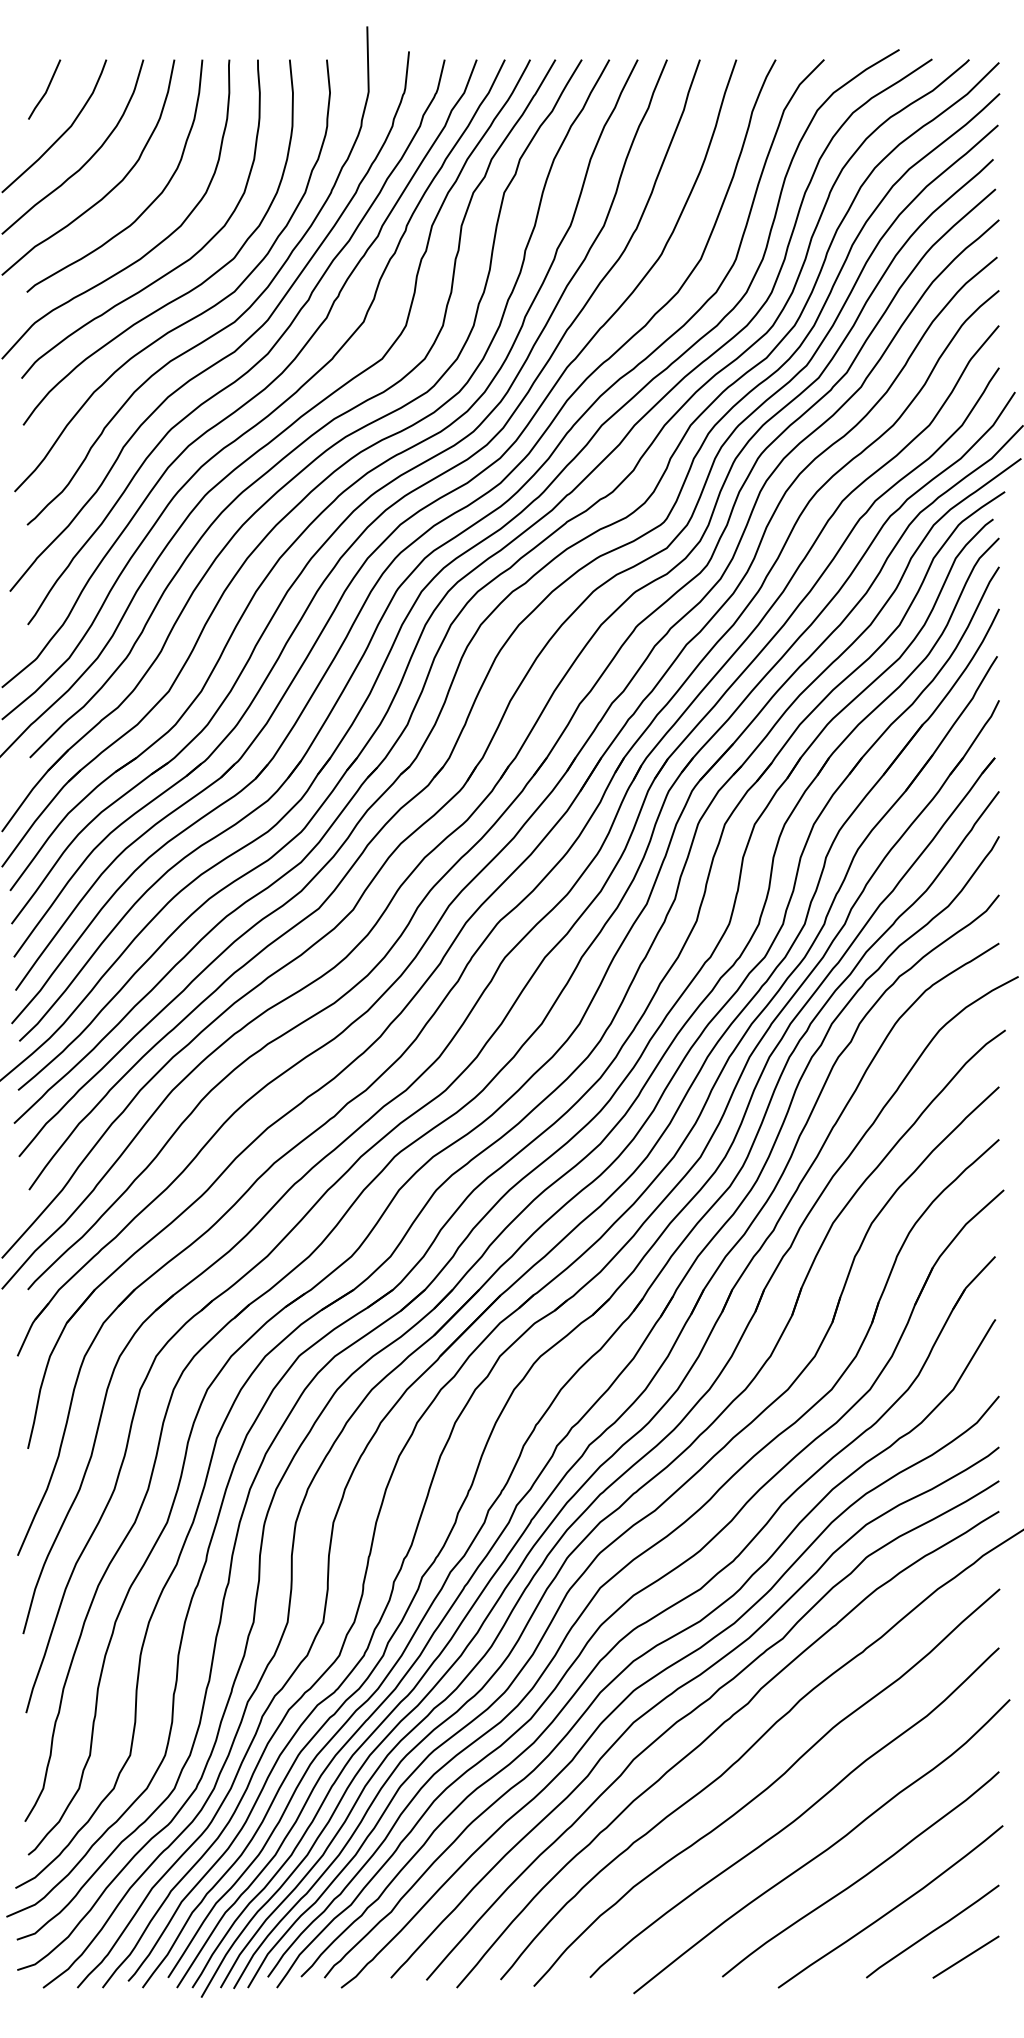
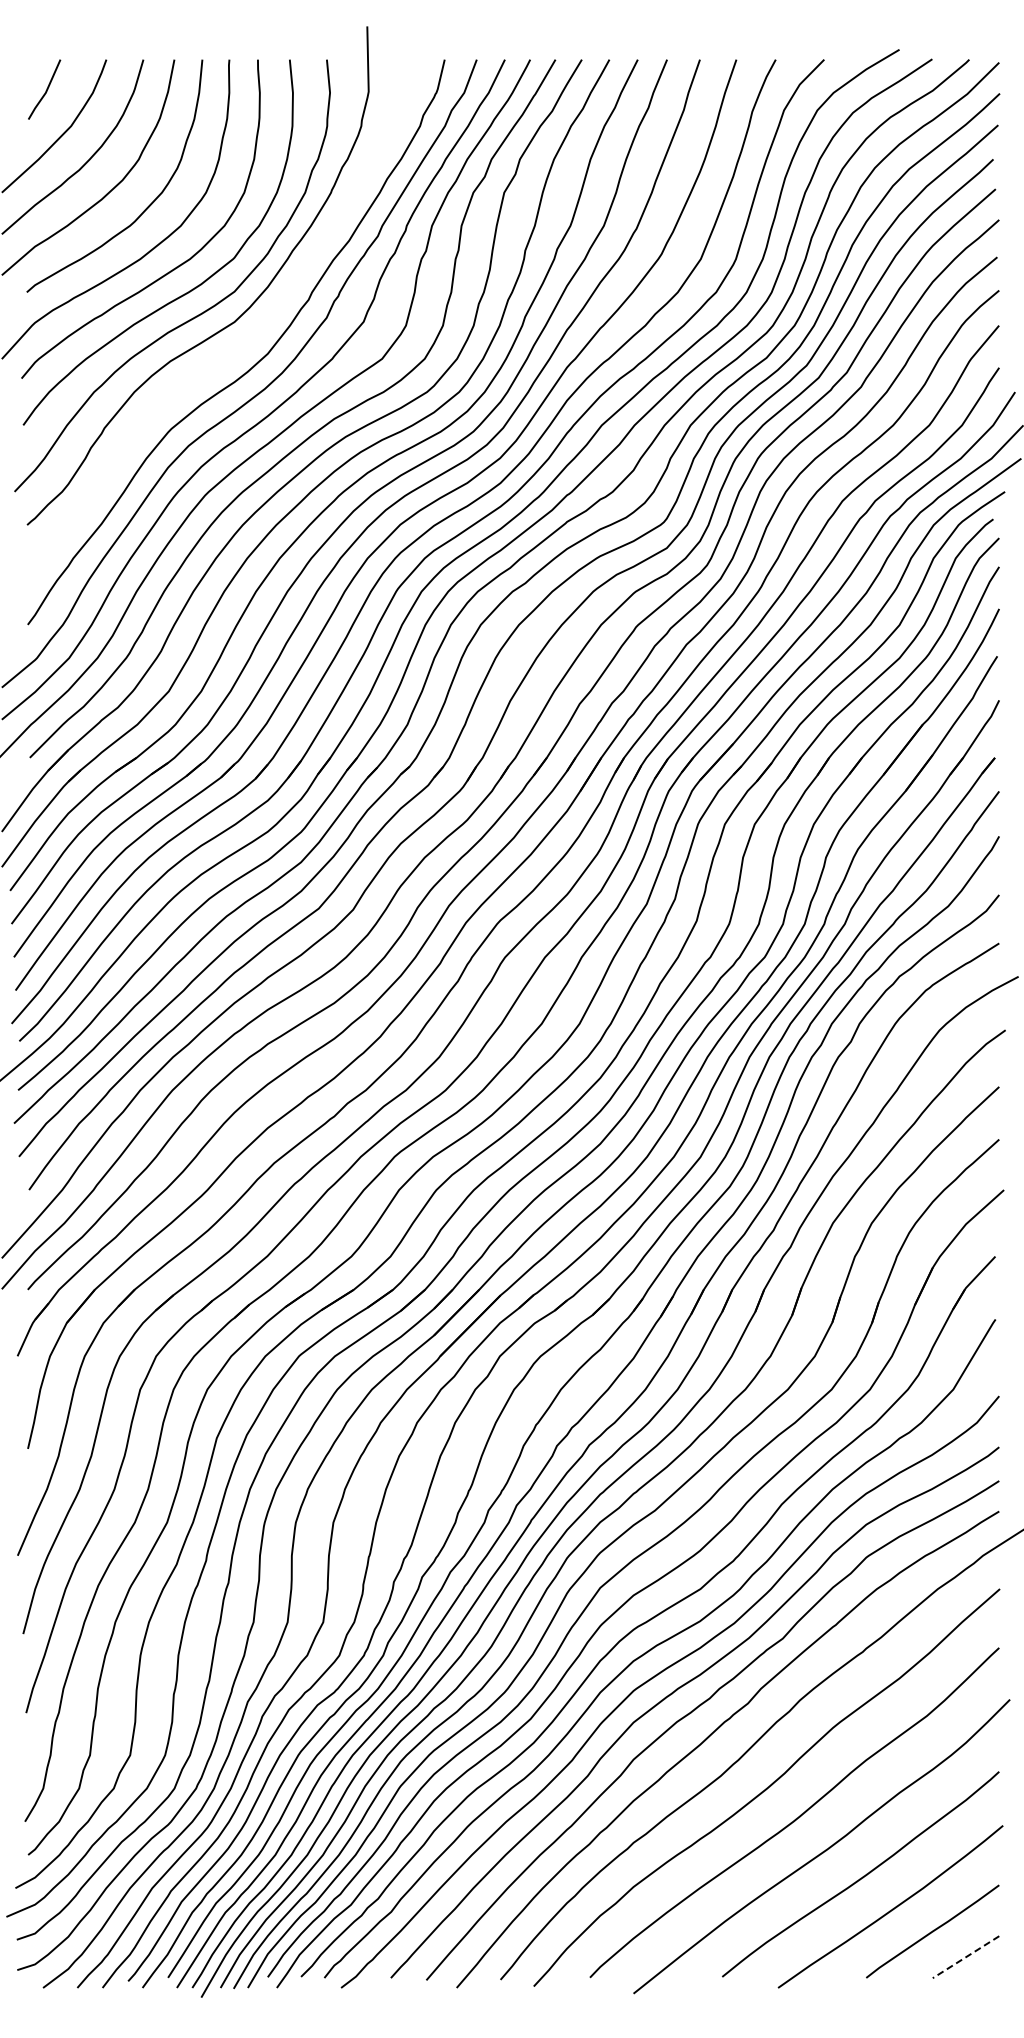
curve at (229, 353): present -> none
line at (965, 1957): solid -> dashed
